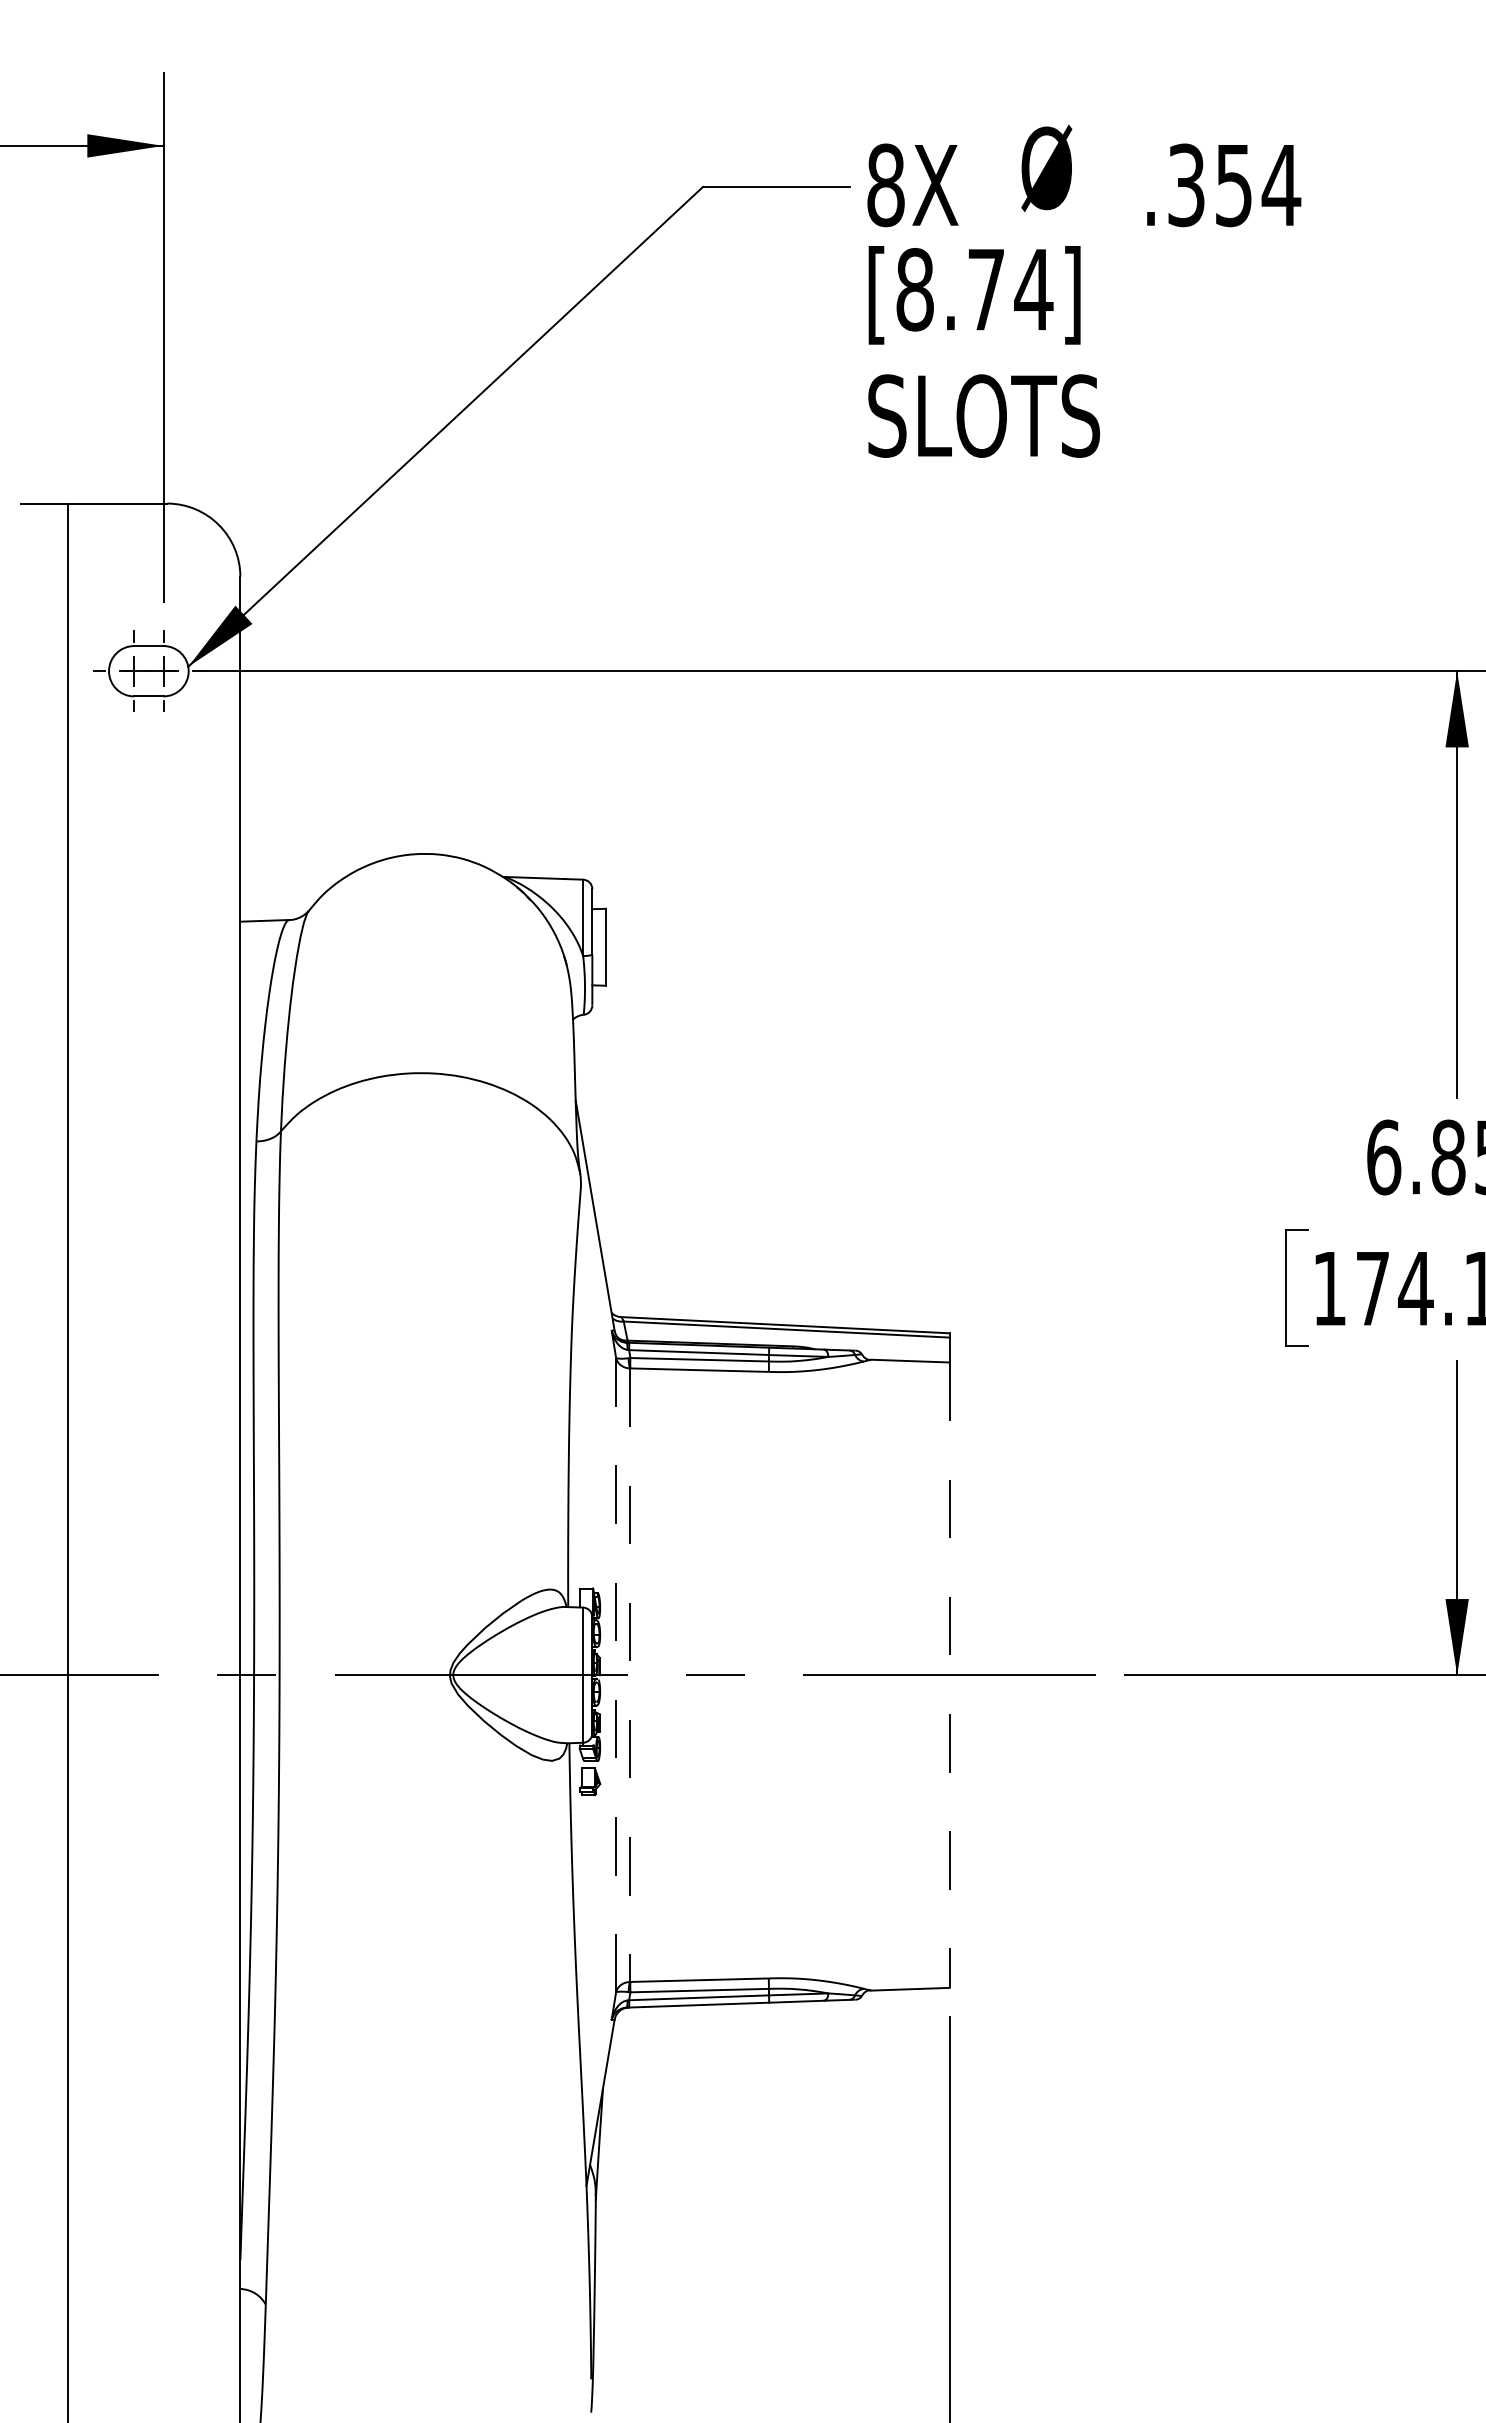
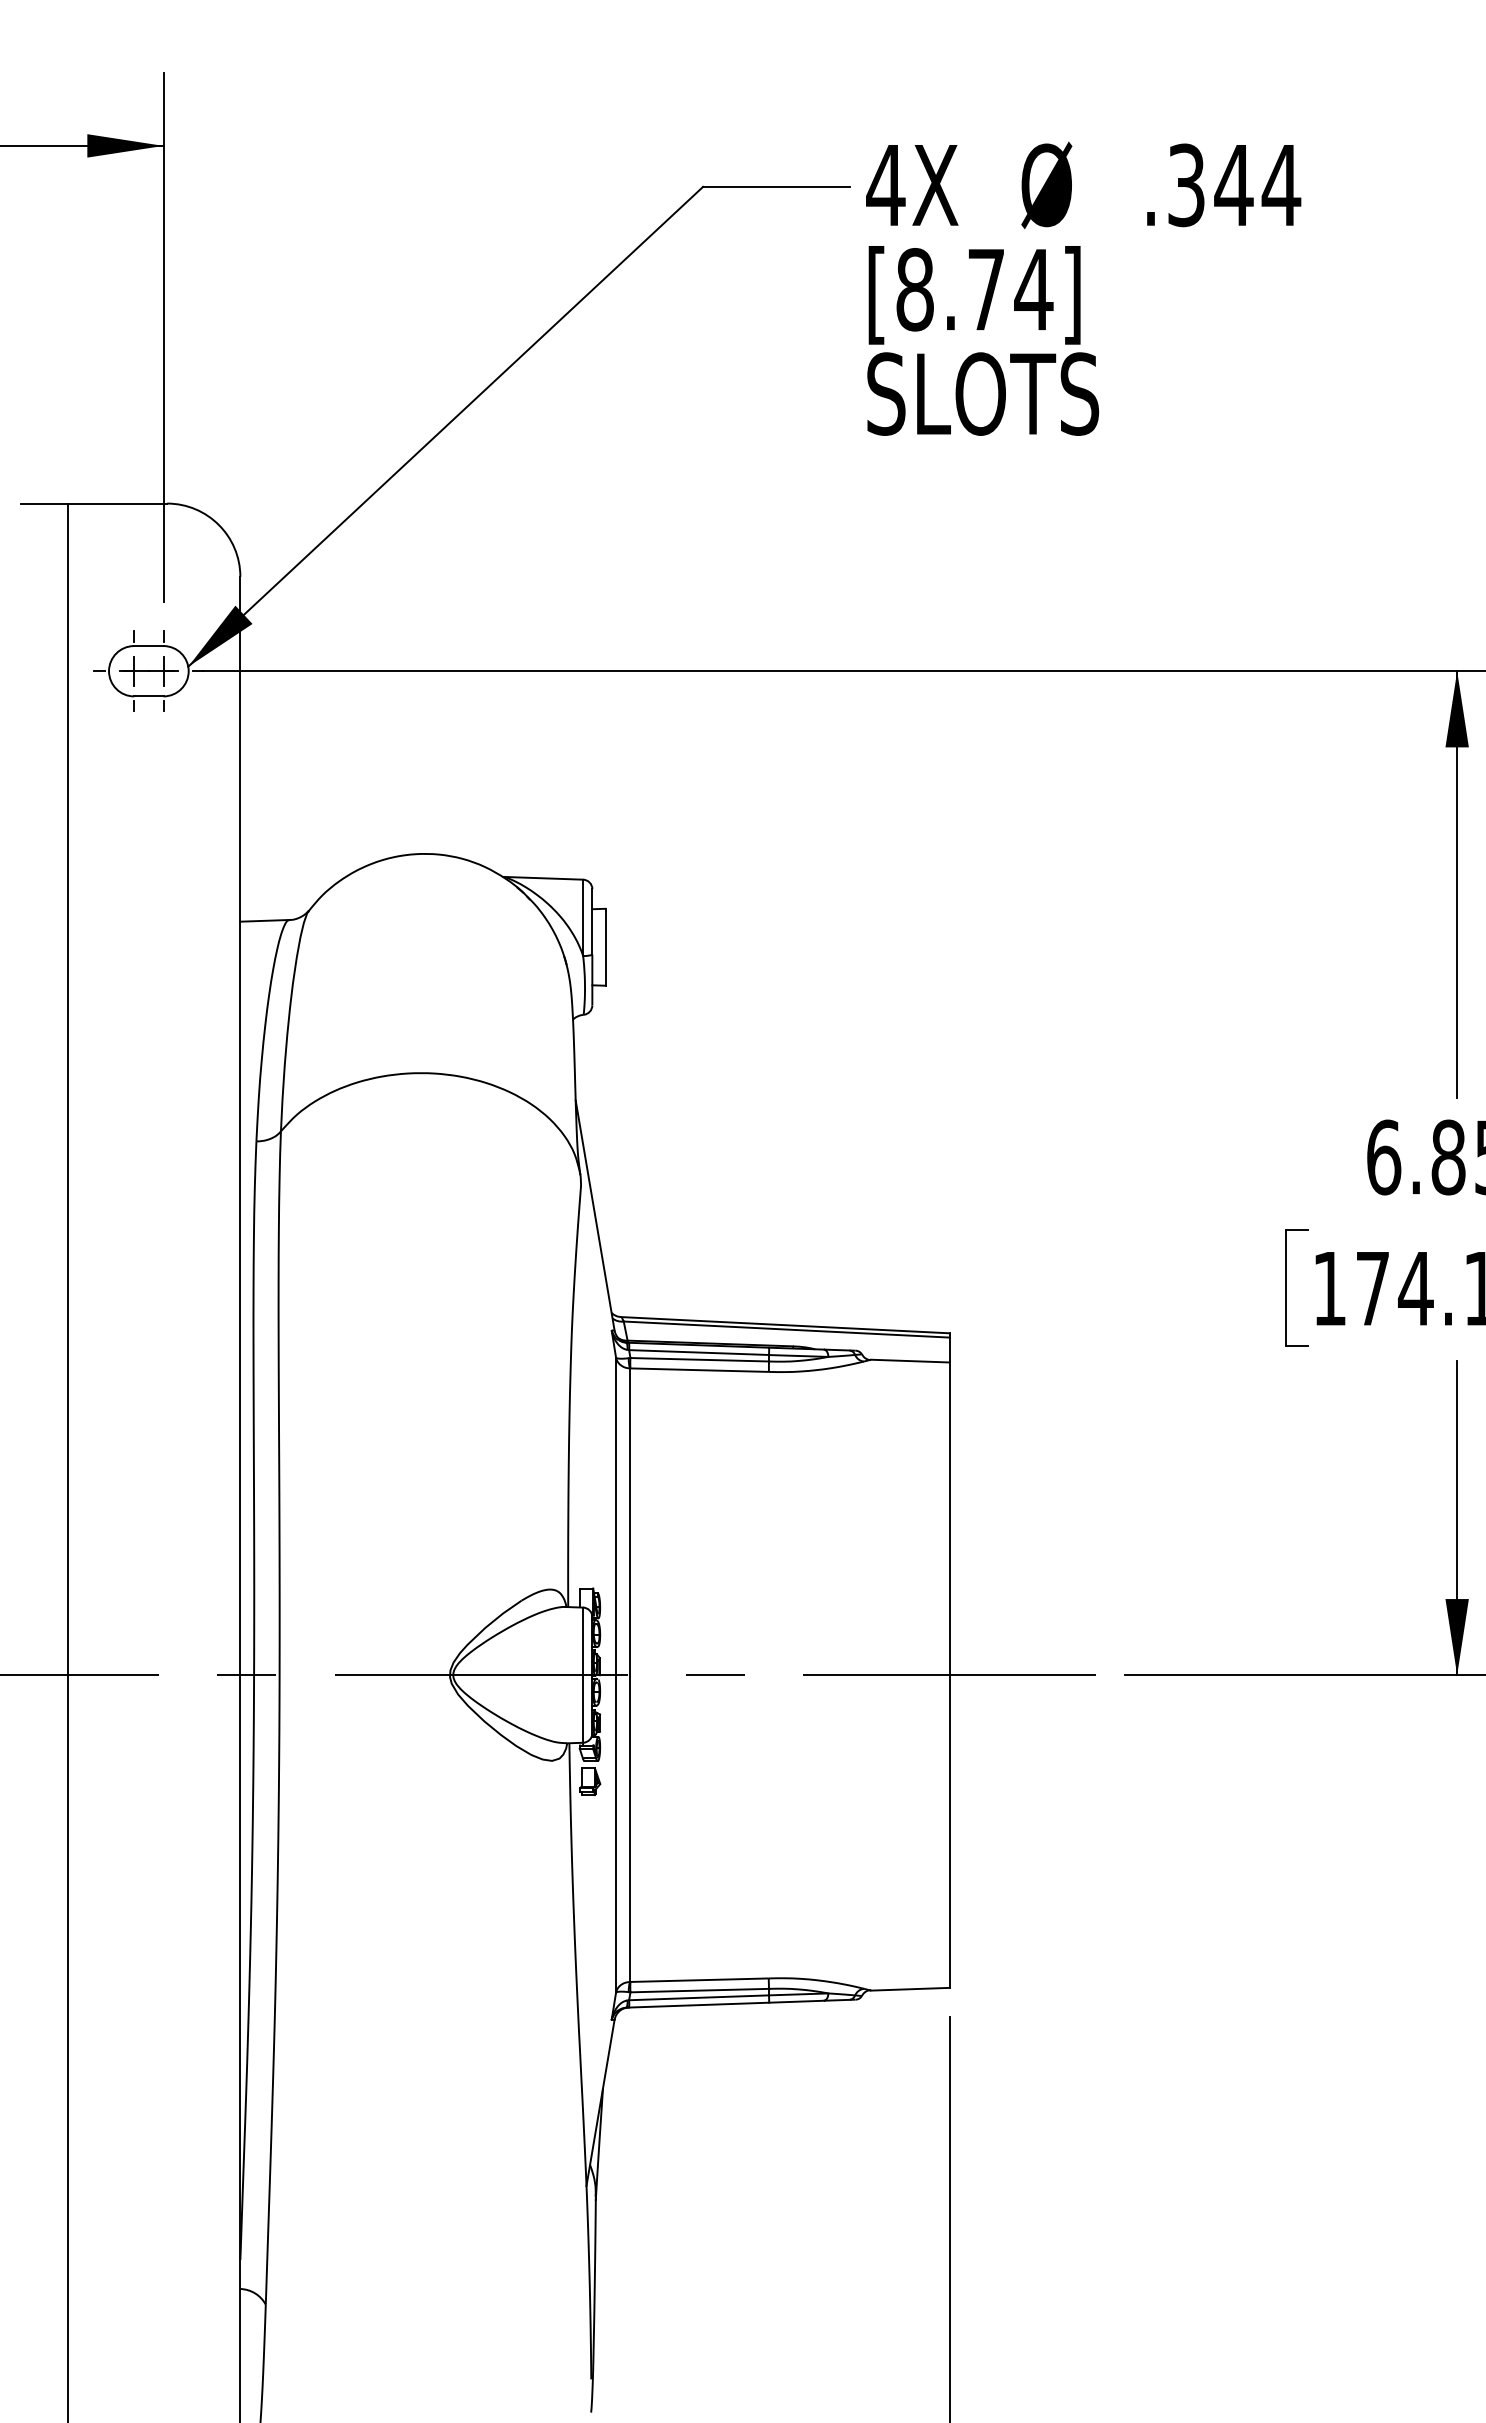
text at (1046, 168) position: (1046, 168) -> (1046, 185)
text at (885, 185): 8X -> 4X
text at (1233, 186): .354 -> .344
text at (983, 415) position: (983, 415) -> (982, 393)
line at (616, 1674): dashed -> solid
line at (630, 1675): dashed -> solid
line at (949, 1675): dashed -> solid
